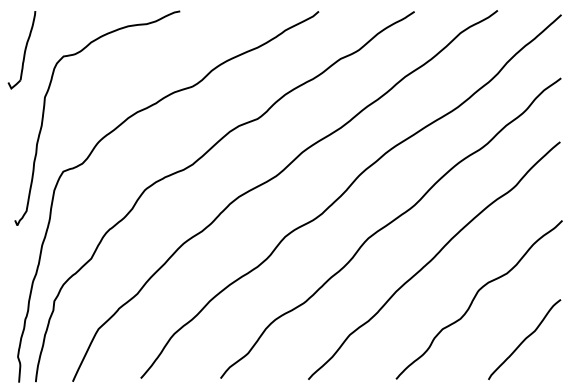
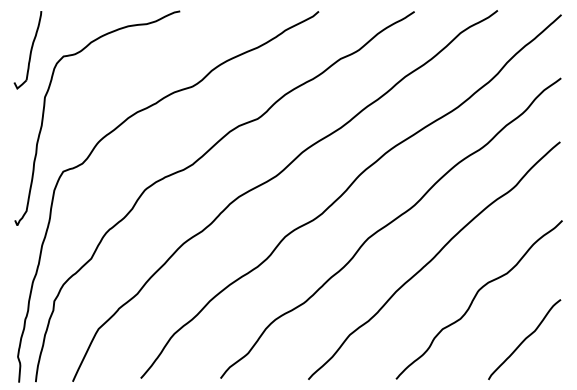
part at (21, 50) position: (21, 50) -> (27, 50)
